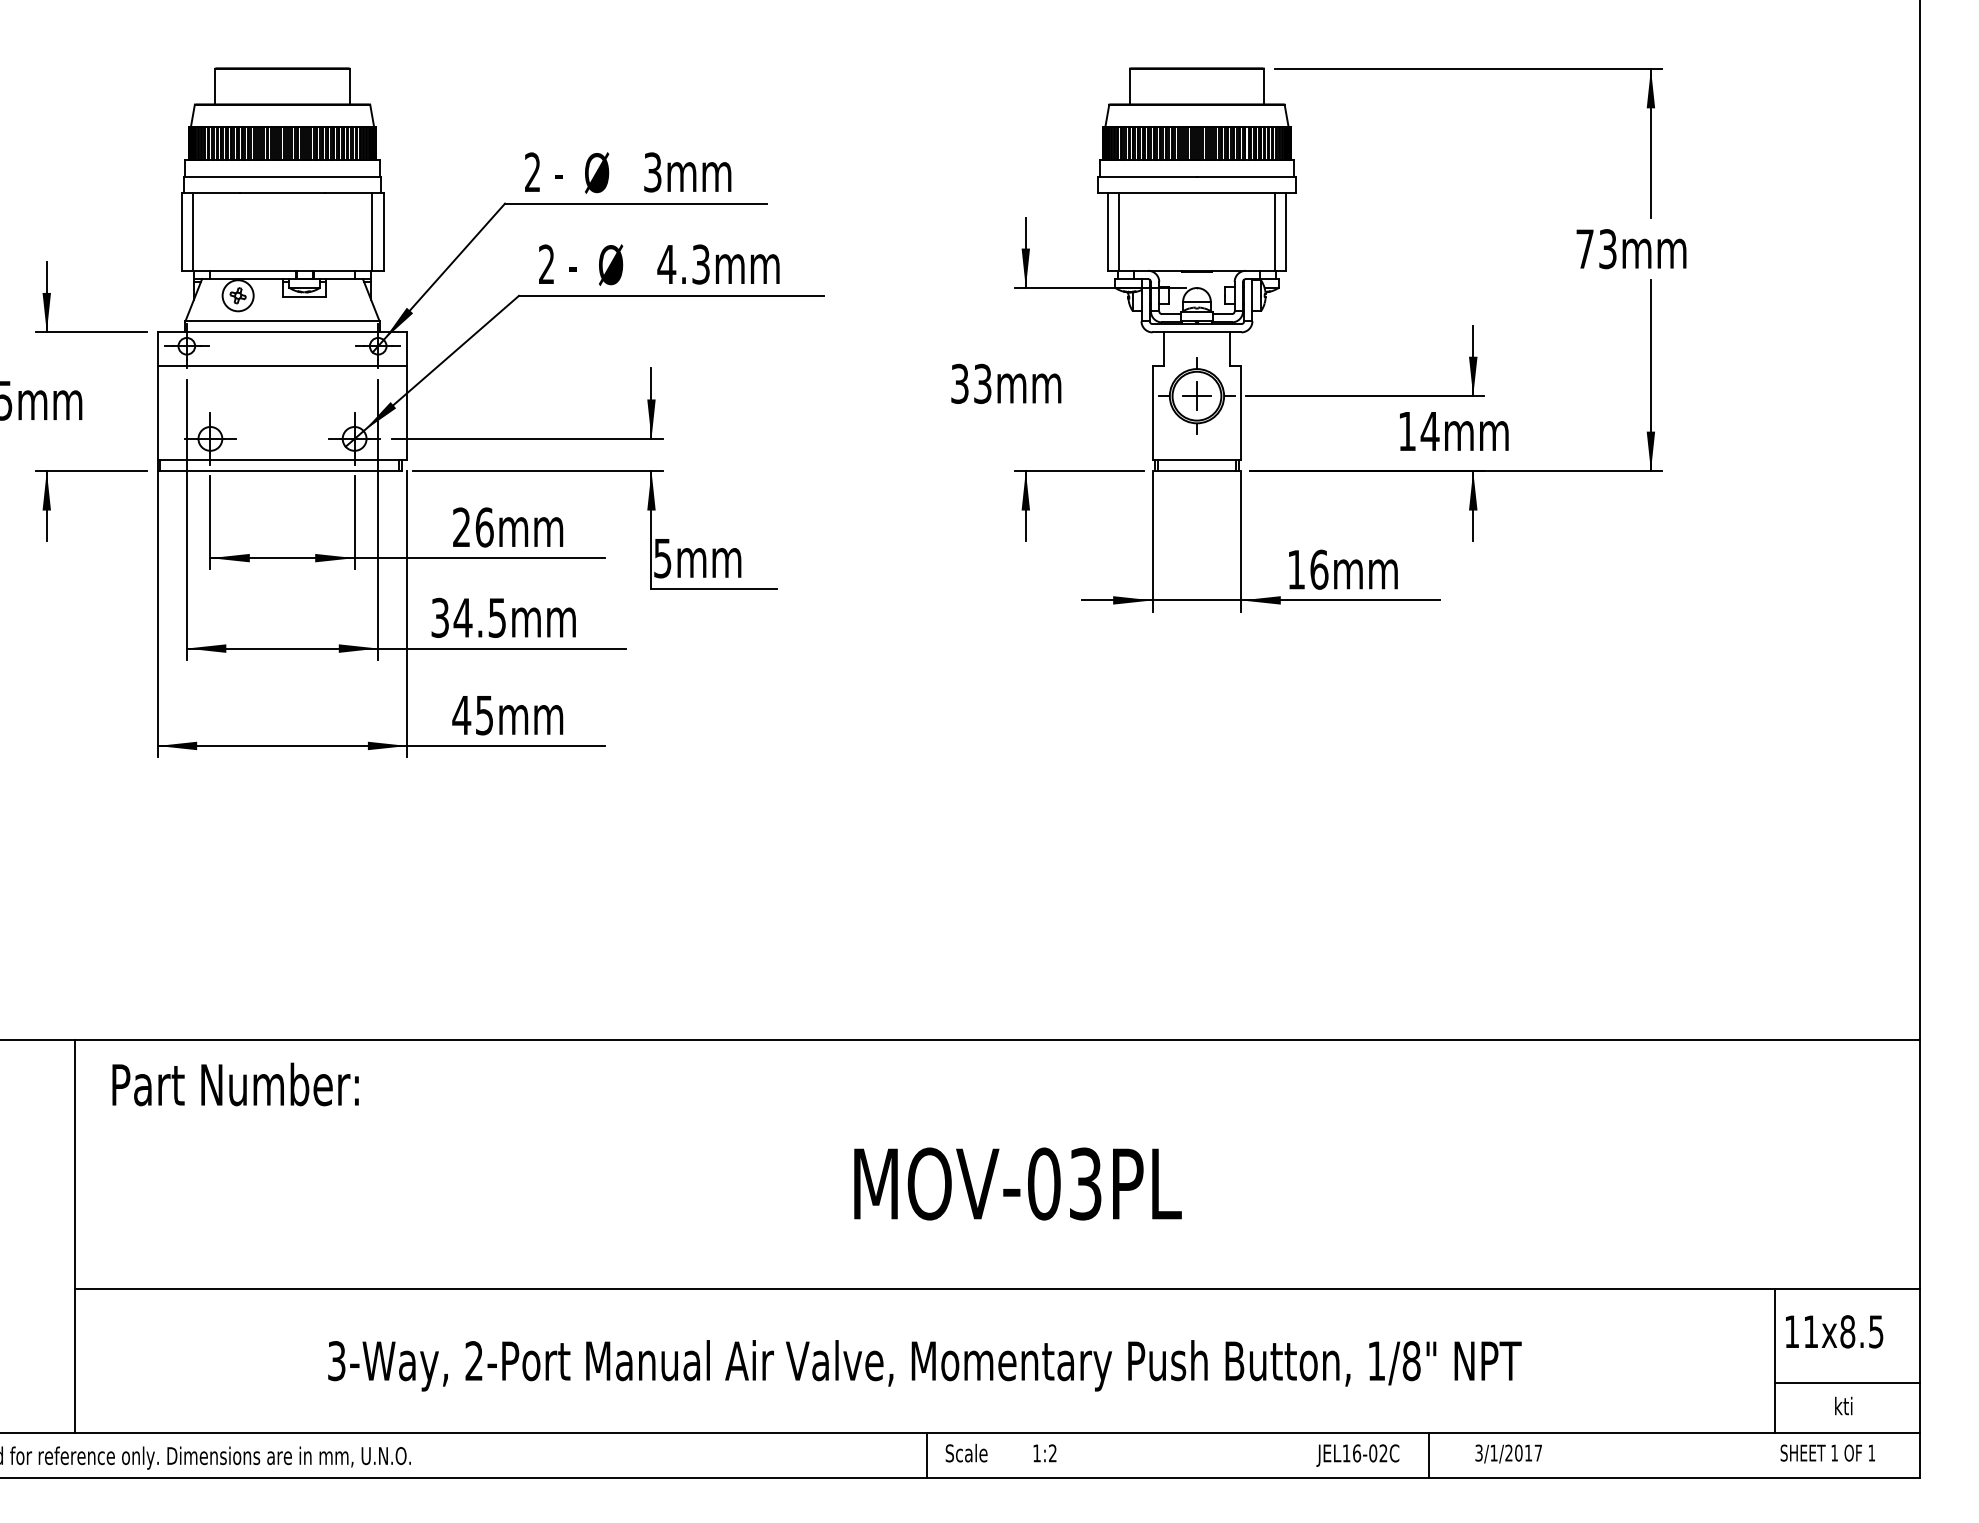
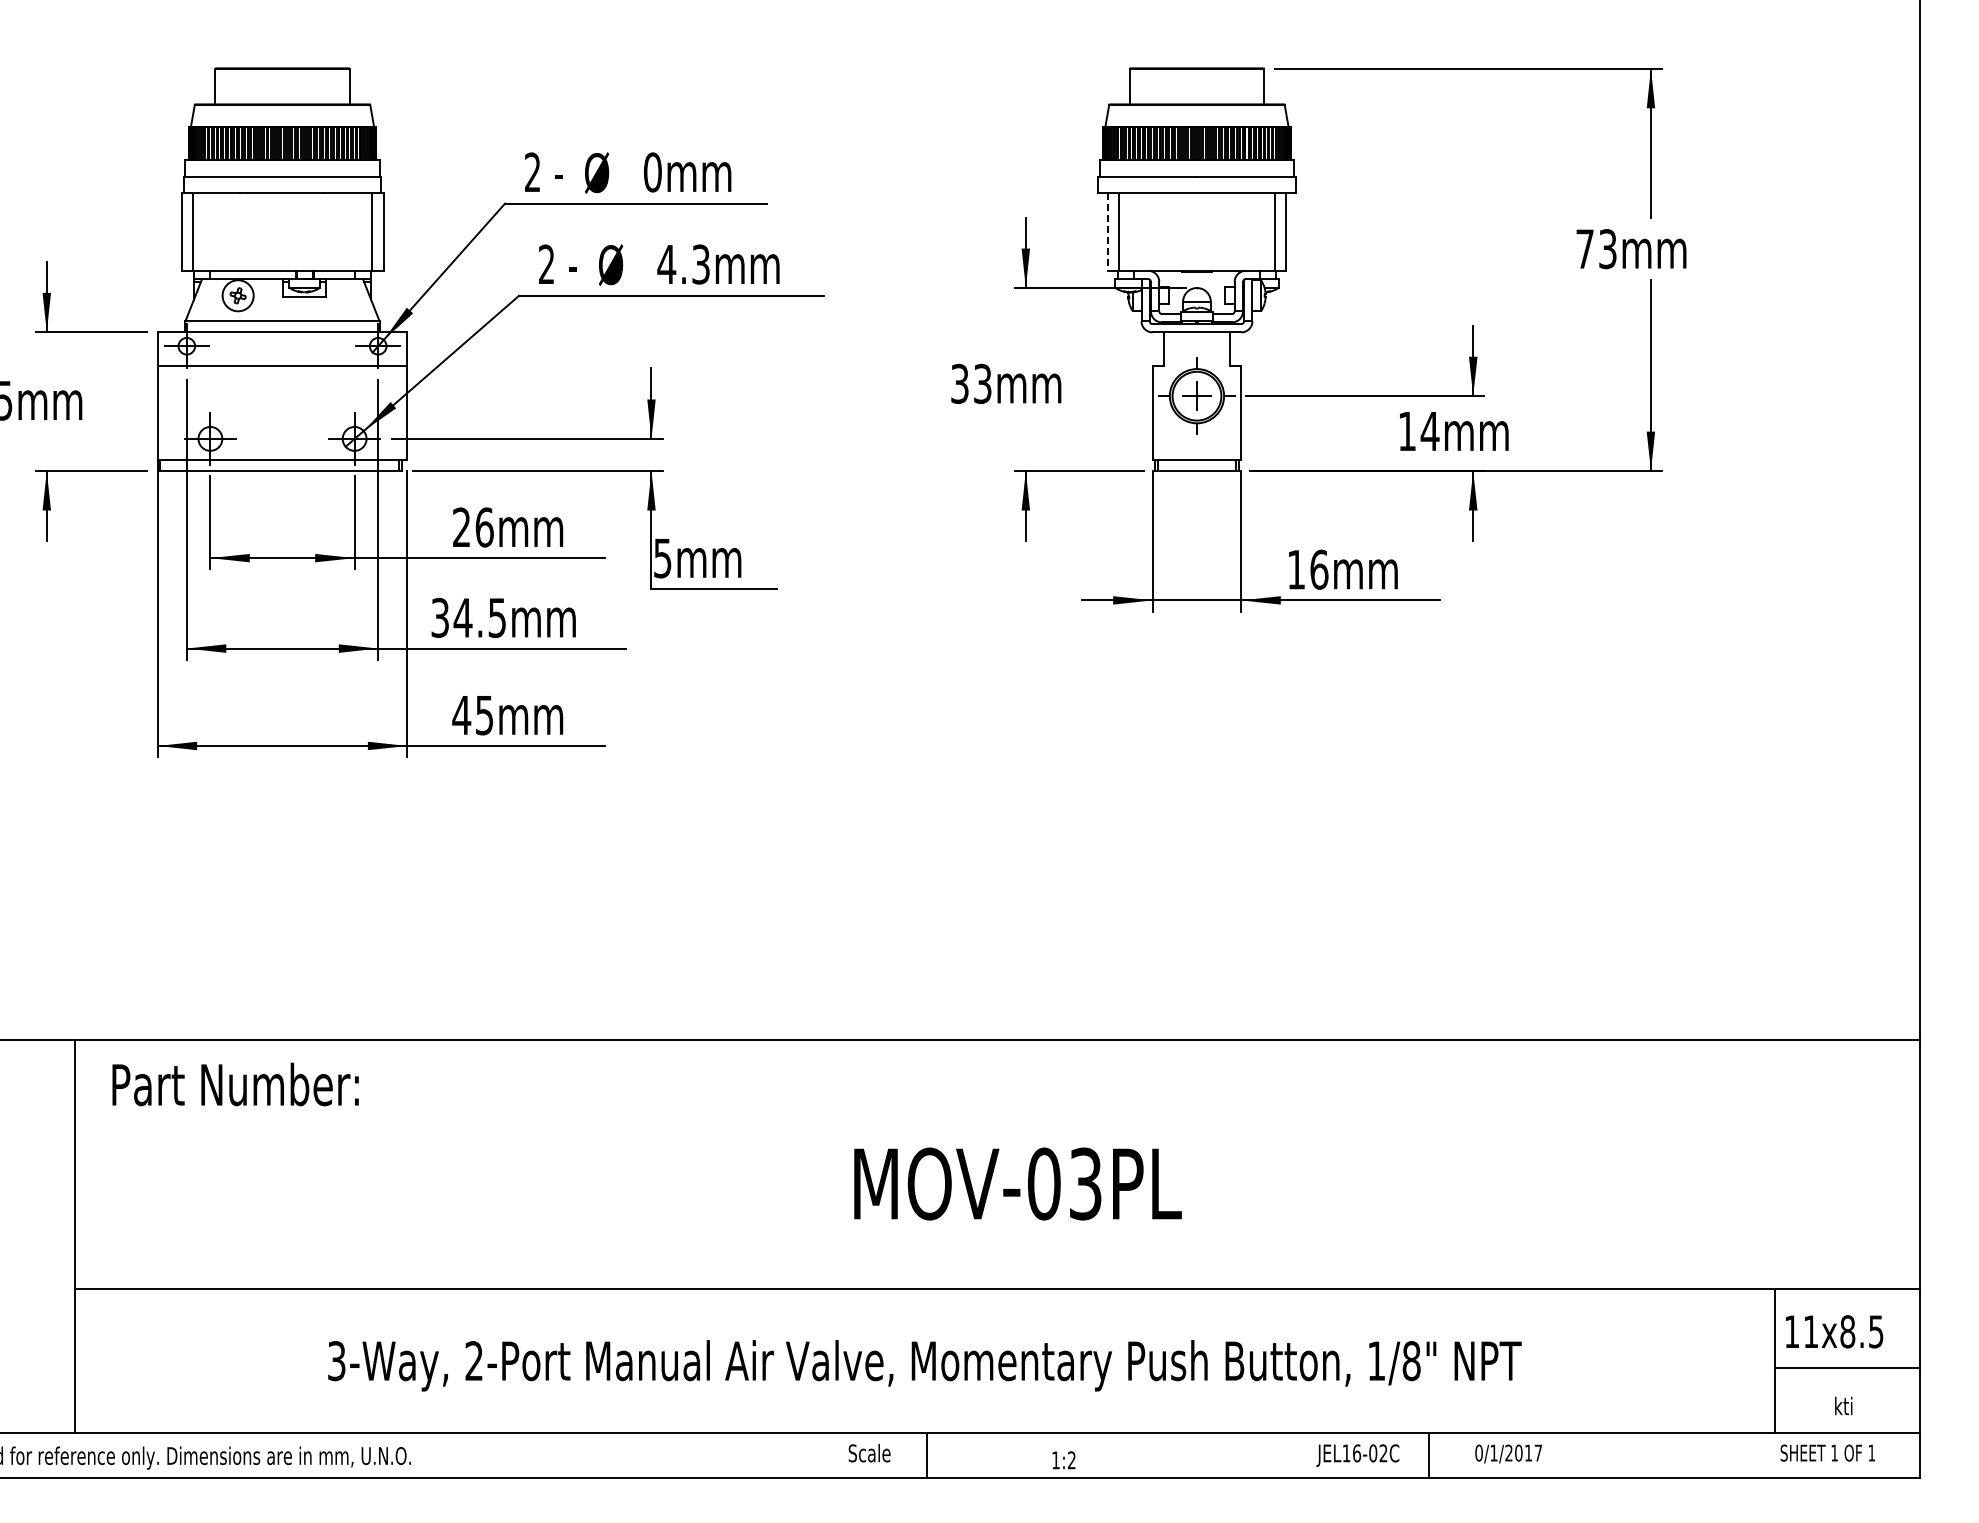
text at (652, 172): 3mm -> 0mm
line at (1107, 231): solid -> dashed
line at (1847, 1383) position: (1847, 1383) -> (1847, 1368)
text at (966, 1452) position: (966, 1452) -> (869, 1452)
text at (1478, 1452): 3/1/2017 -> 0/1/2017
text at (1044, 1453) position: (1044, 1453) -> (1063, 1460)
